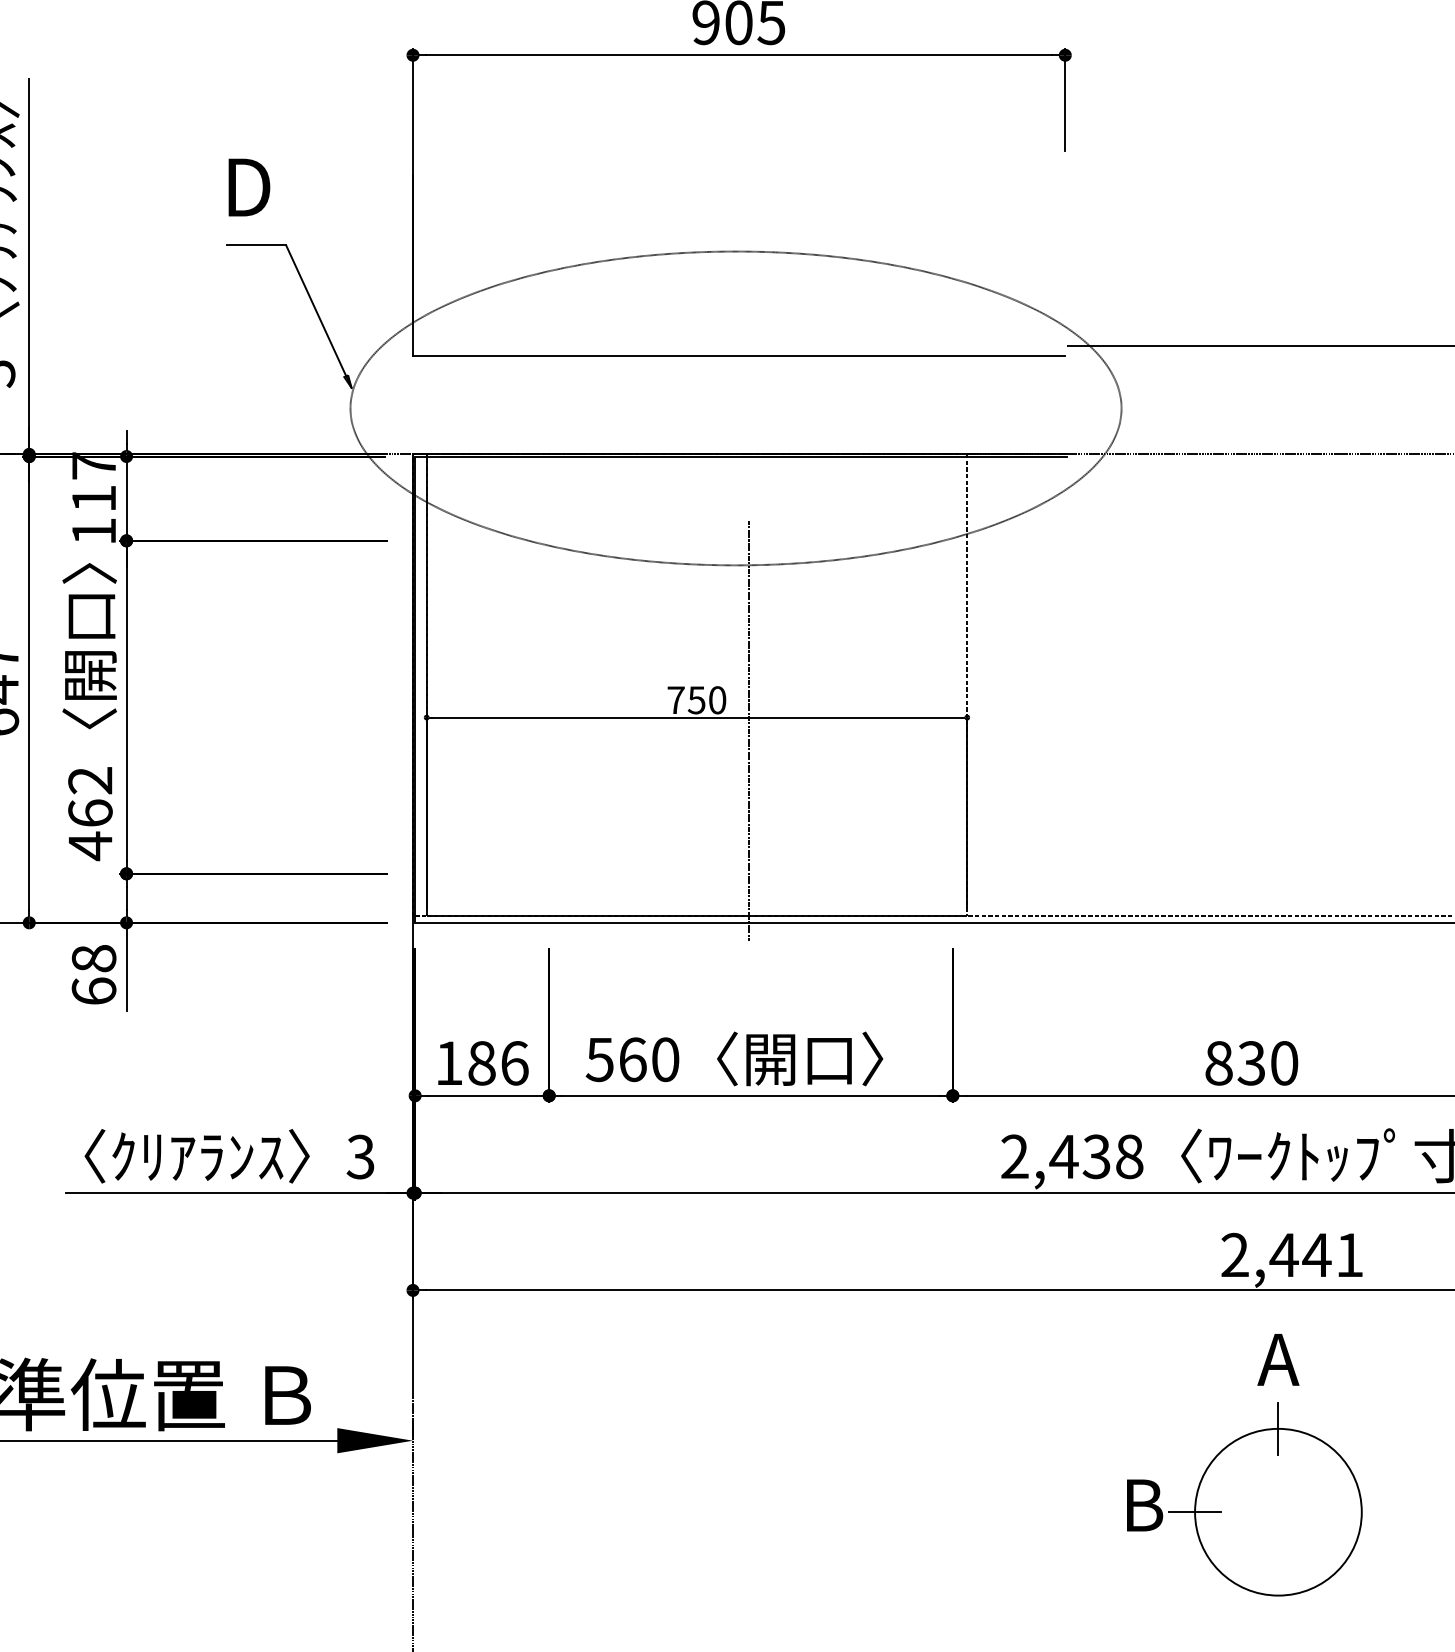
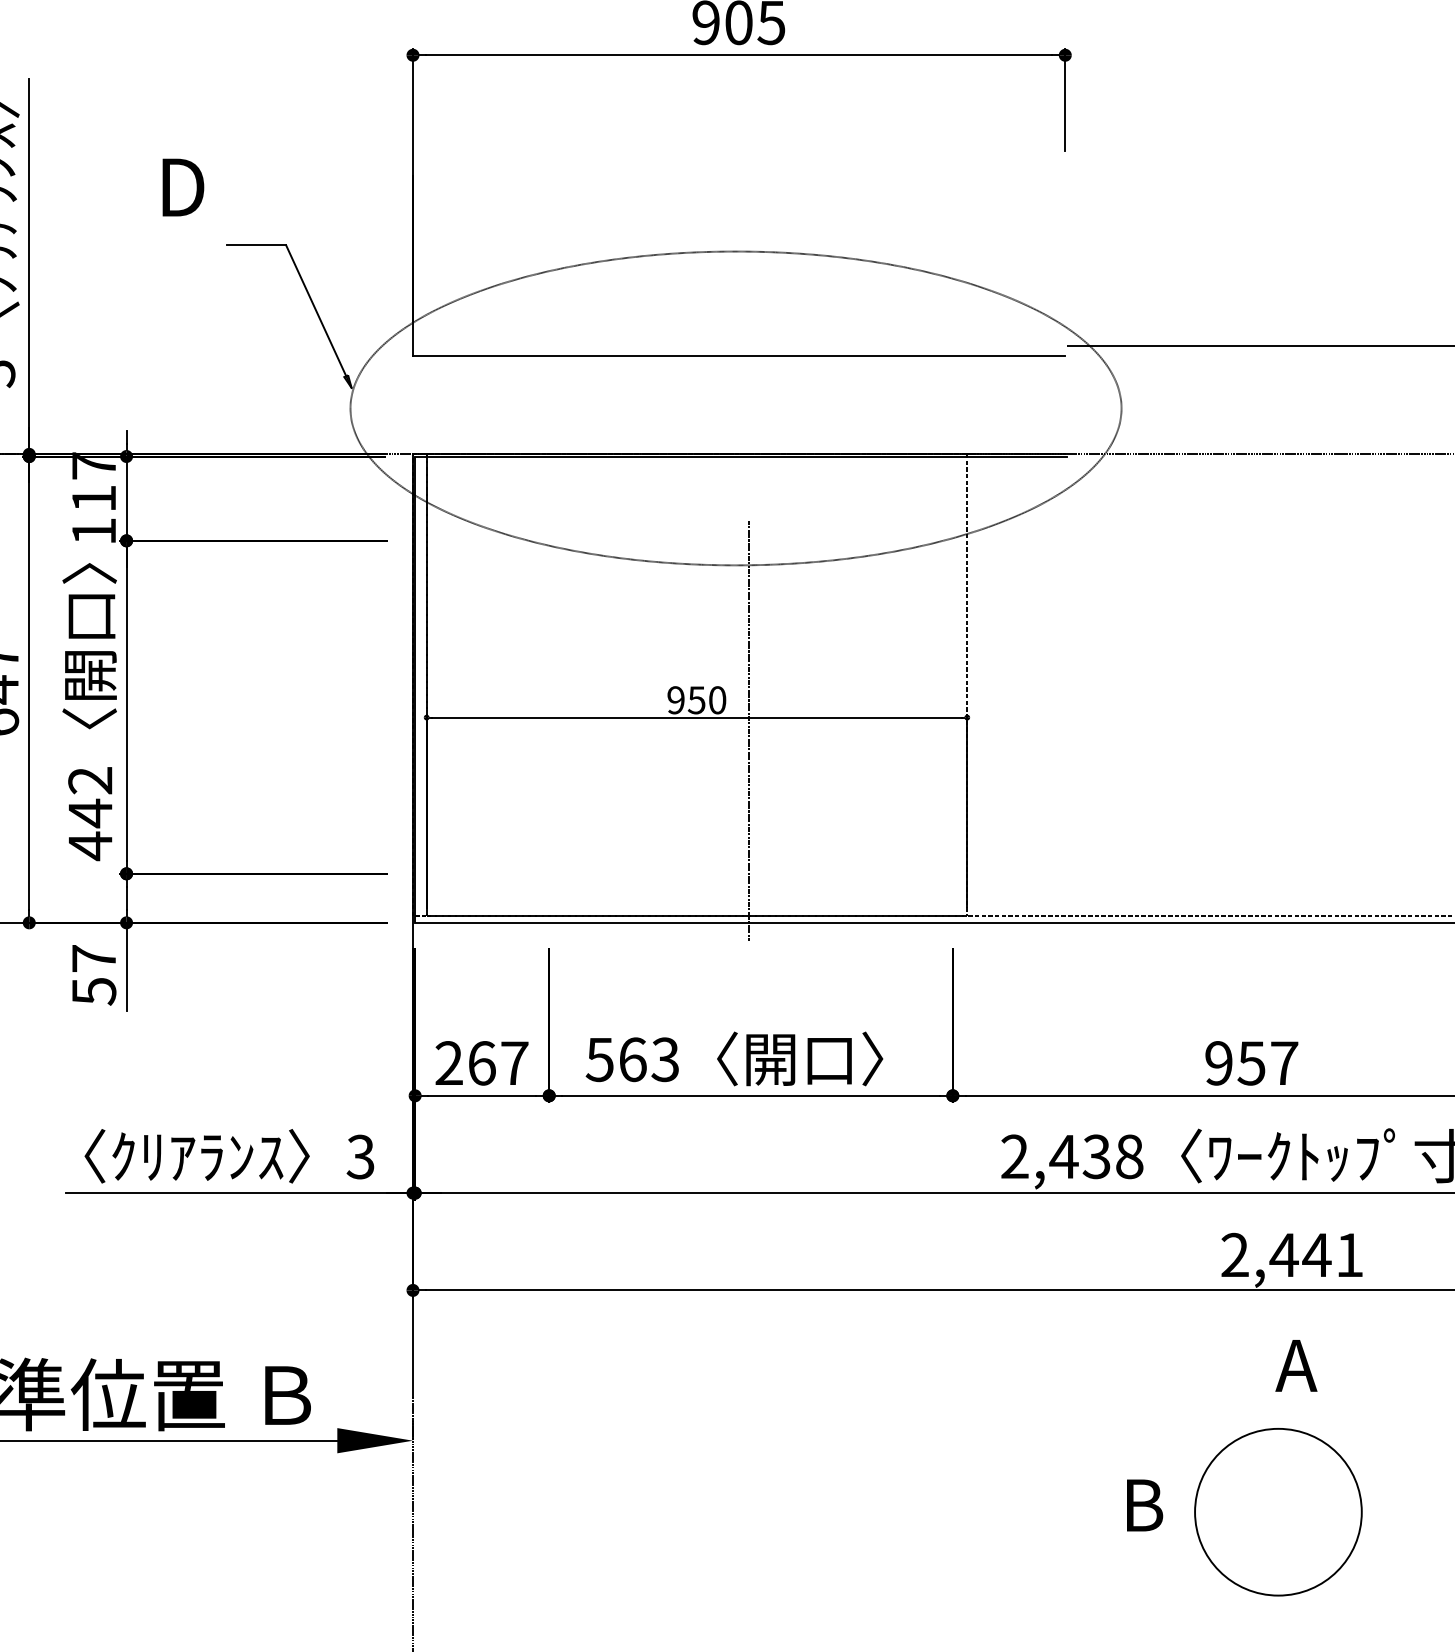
text at (249, 187) position: (249, 187) -> (183, 187)
text at (675, 700): 750 -> 950
text at (90, 813): 462 -> 442
text at (93, 975): 68 -> 57
text at (665, 1059): 560 -> 563
text at (481, 1063): 186 -> 267
text at (1251, 1063): 830 -> 957
text at (1278, 1359) position: (1278, 1359) -> (1296, 1365)
line at (1278, 1428): present -> none
line at (1195, 1512): present -> none
